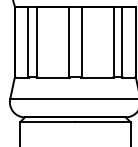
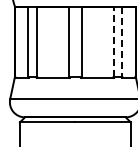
line at (113, 42): solid -> dashed
line at (122, 42): solid -> dashed
